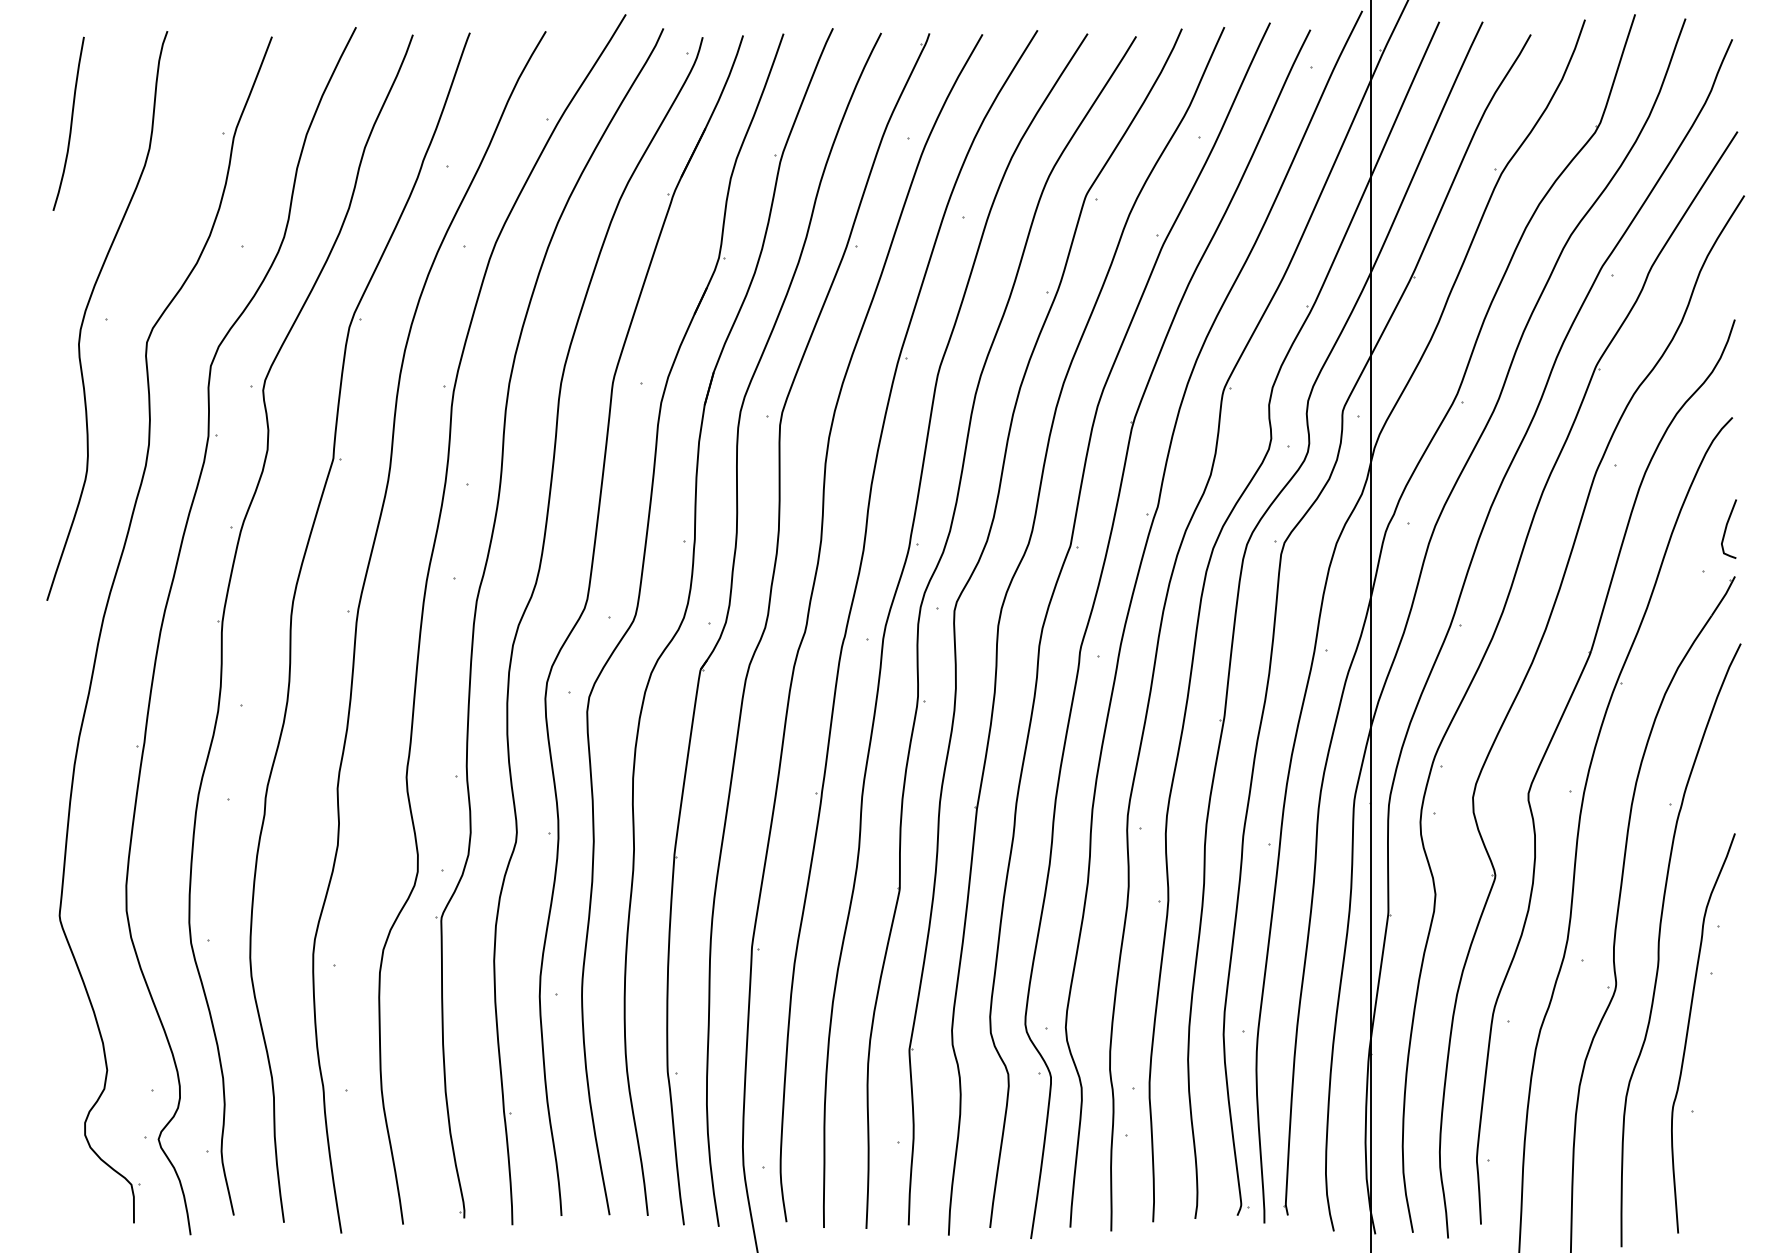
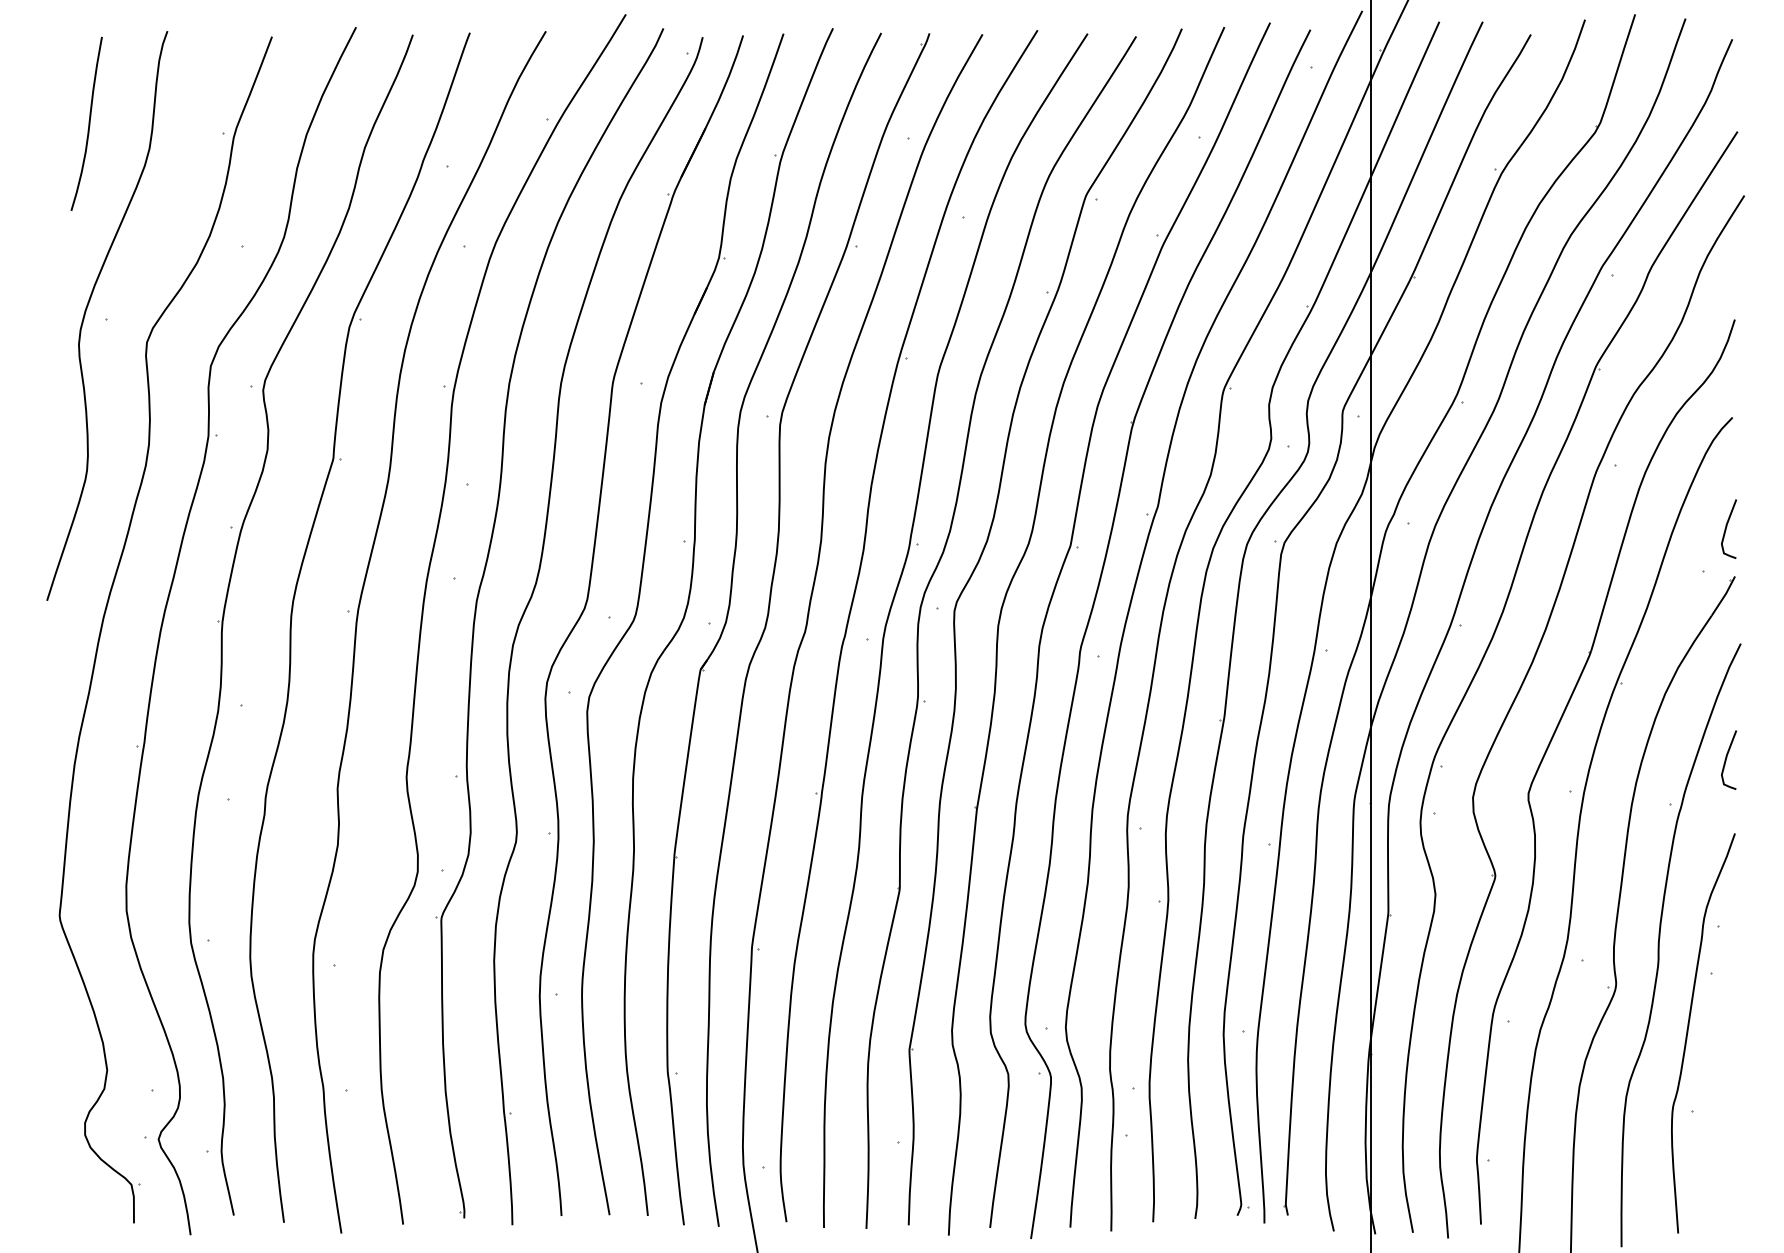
curve at (70, 123) position: (70, 123) -> (88, 123)
curve at (1726, 759): none -> present
